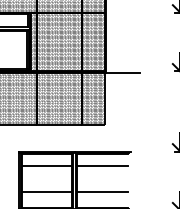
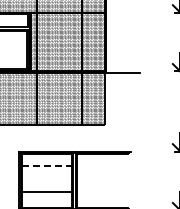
line at (47, 166): solid -> dashed
line at (102, 166): present -> none
line at (102, 192): present -> none
